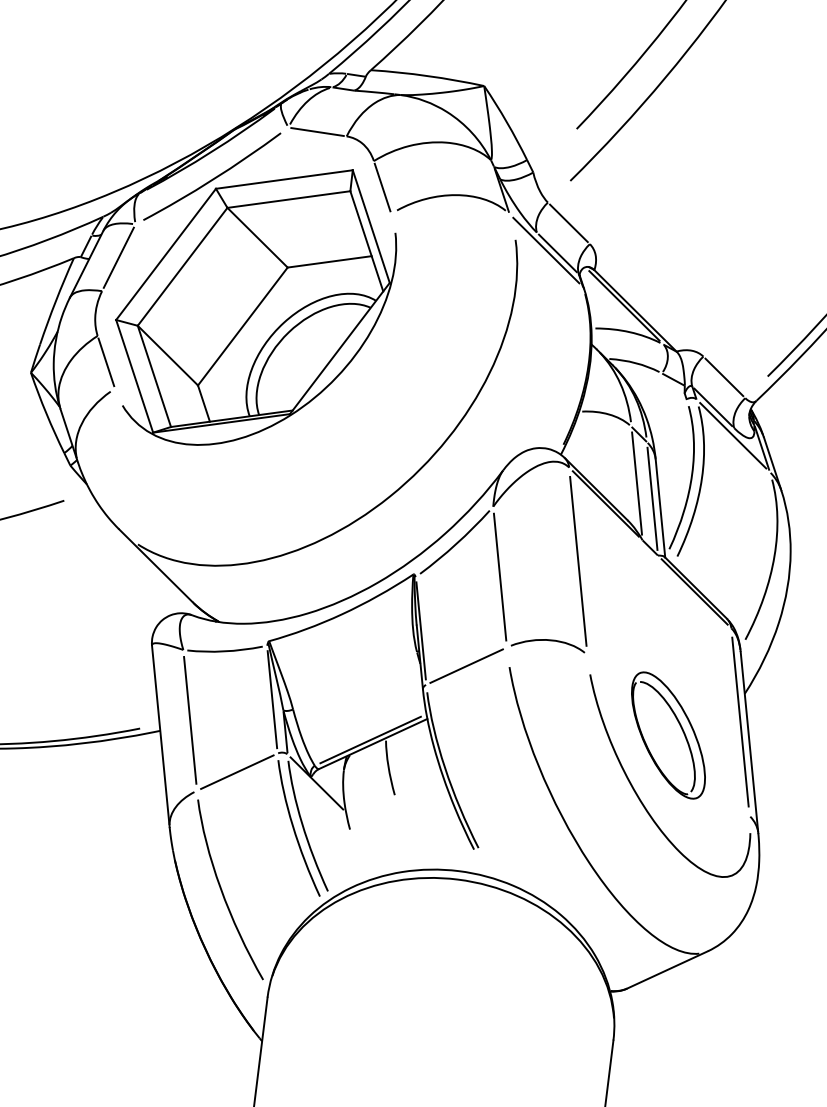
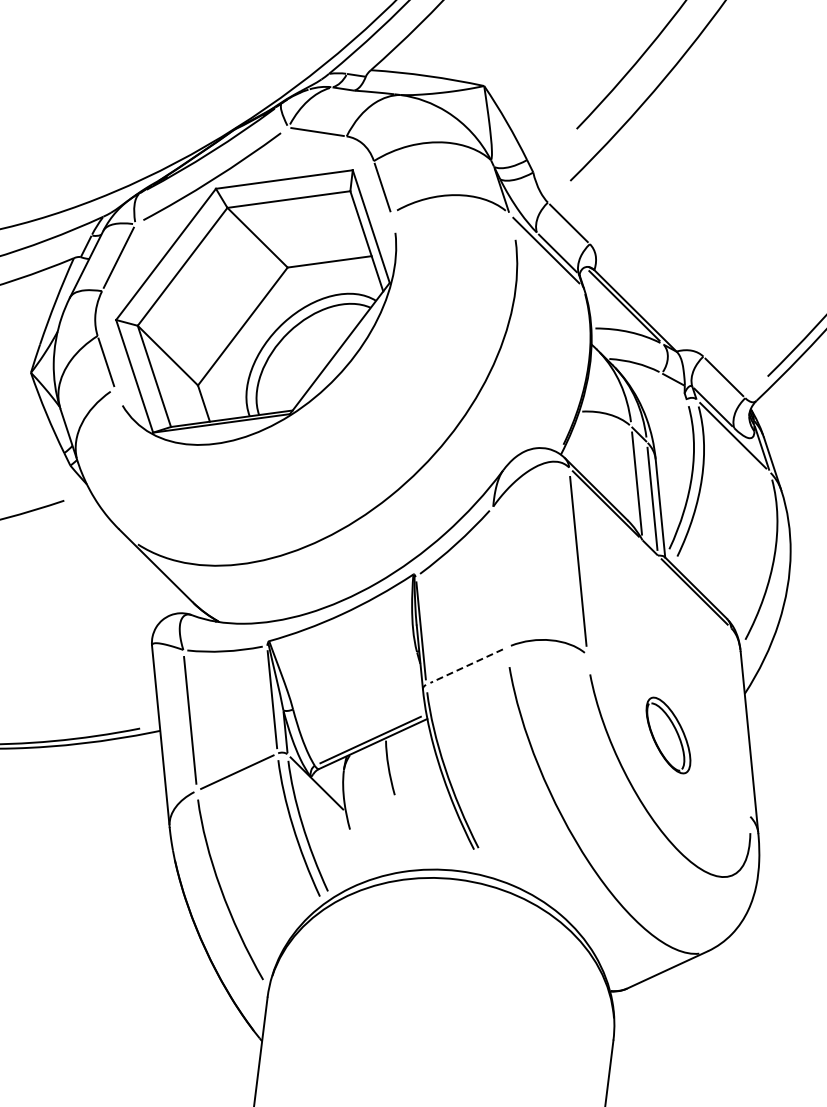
line at (499, 576): present -> none
line at (466, 666): solid -> dashed
line at (740, 721): present -> none
part at (668, 735) size: 75x129 px -> 47x79 px
